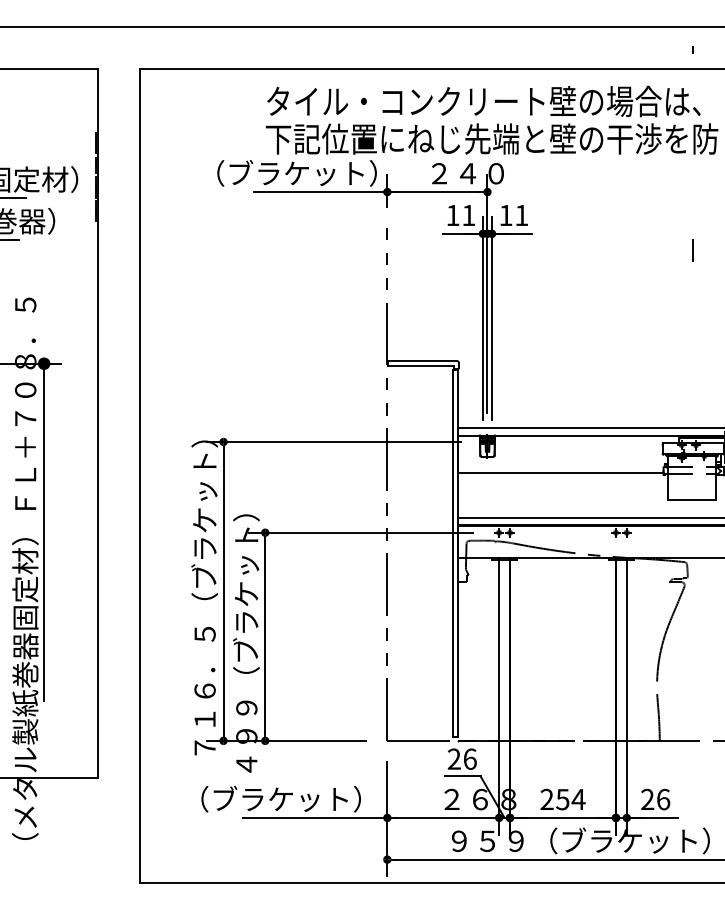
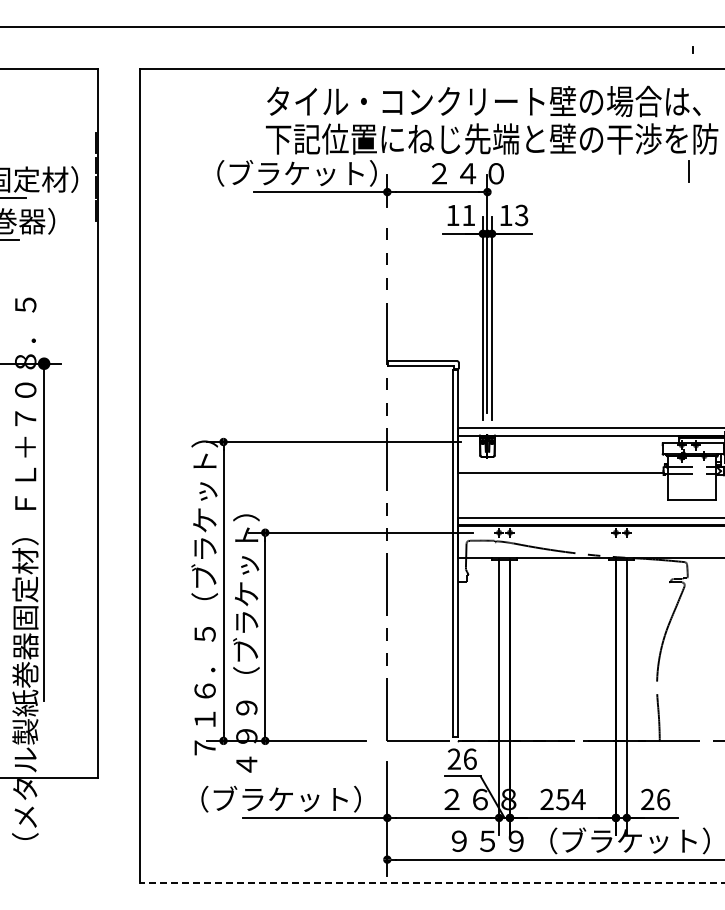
text at (521, 215): 11 -> 13
line at (692, 250) position: (692, 250) -> (688, 171)
line at (432, 882): solid -> dashed
